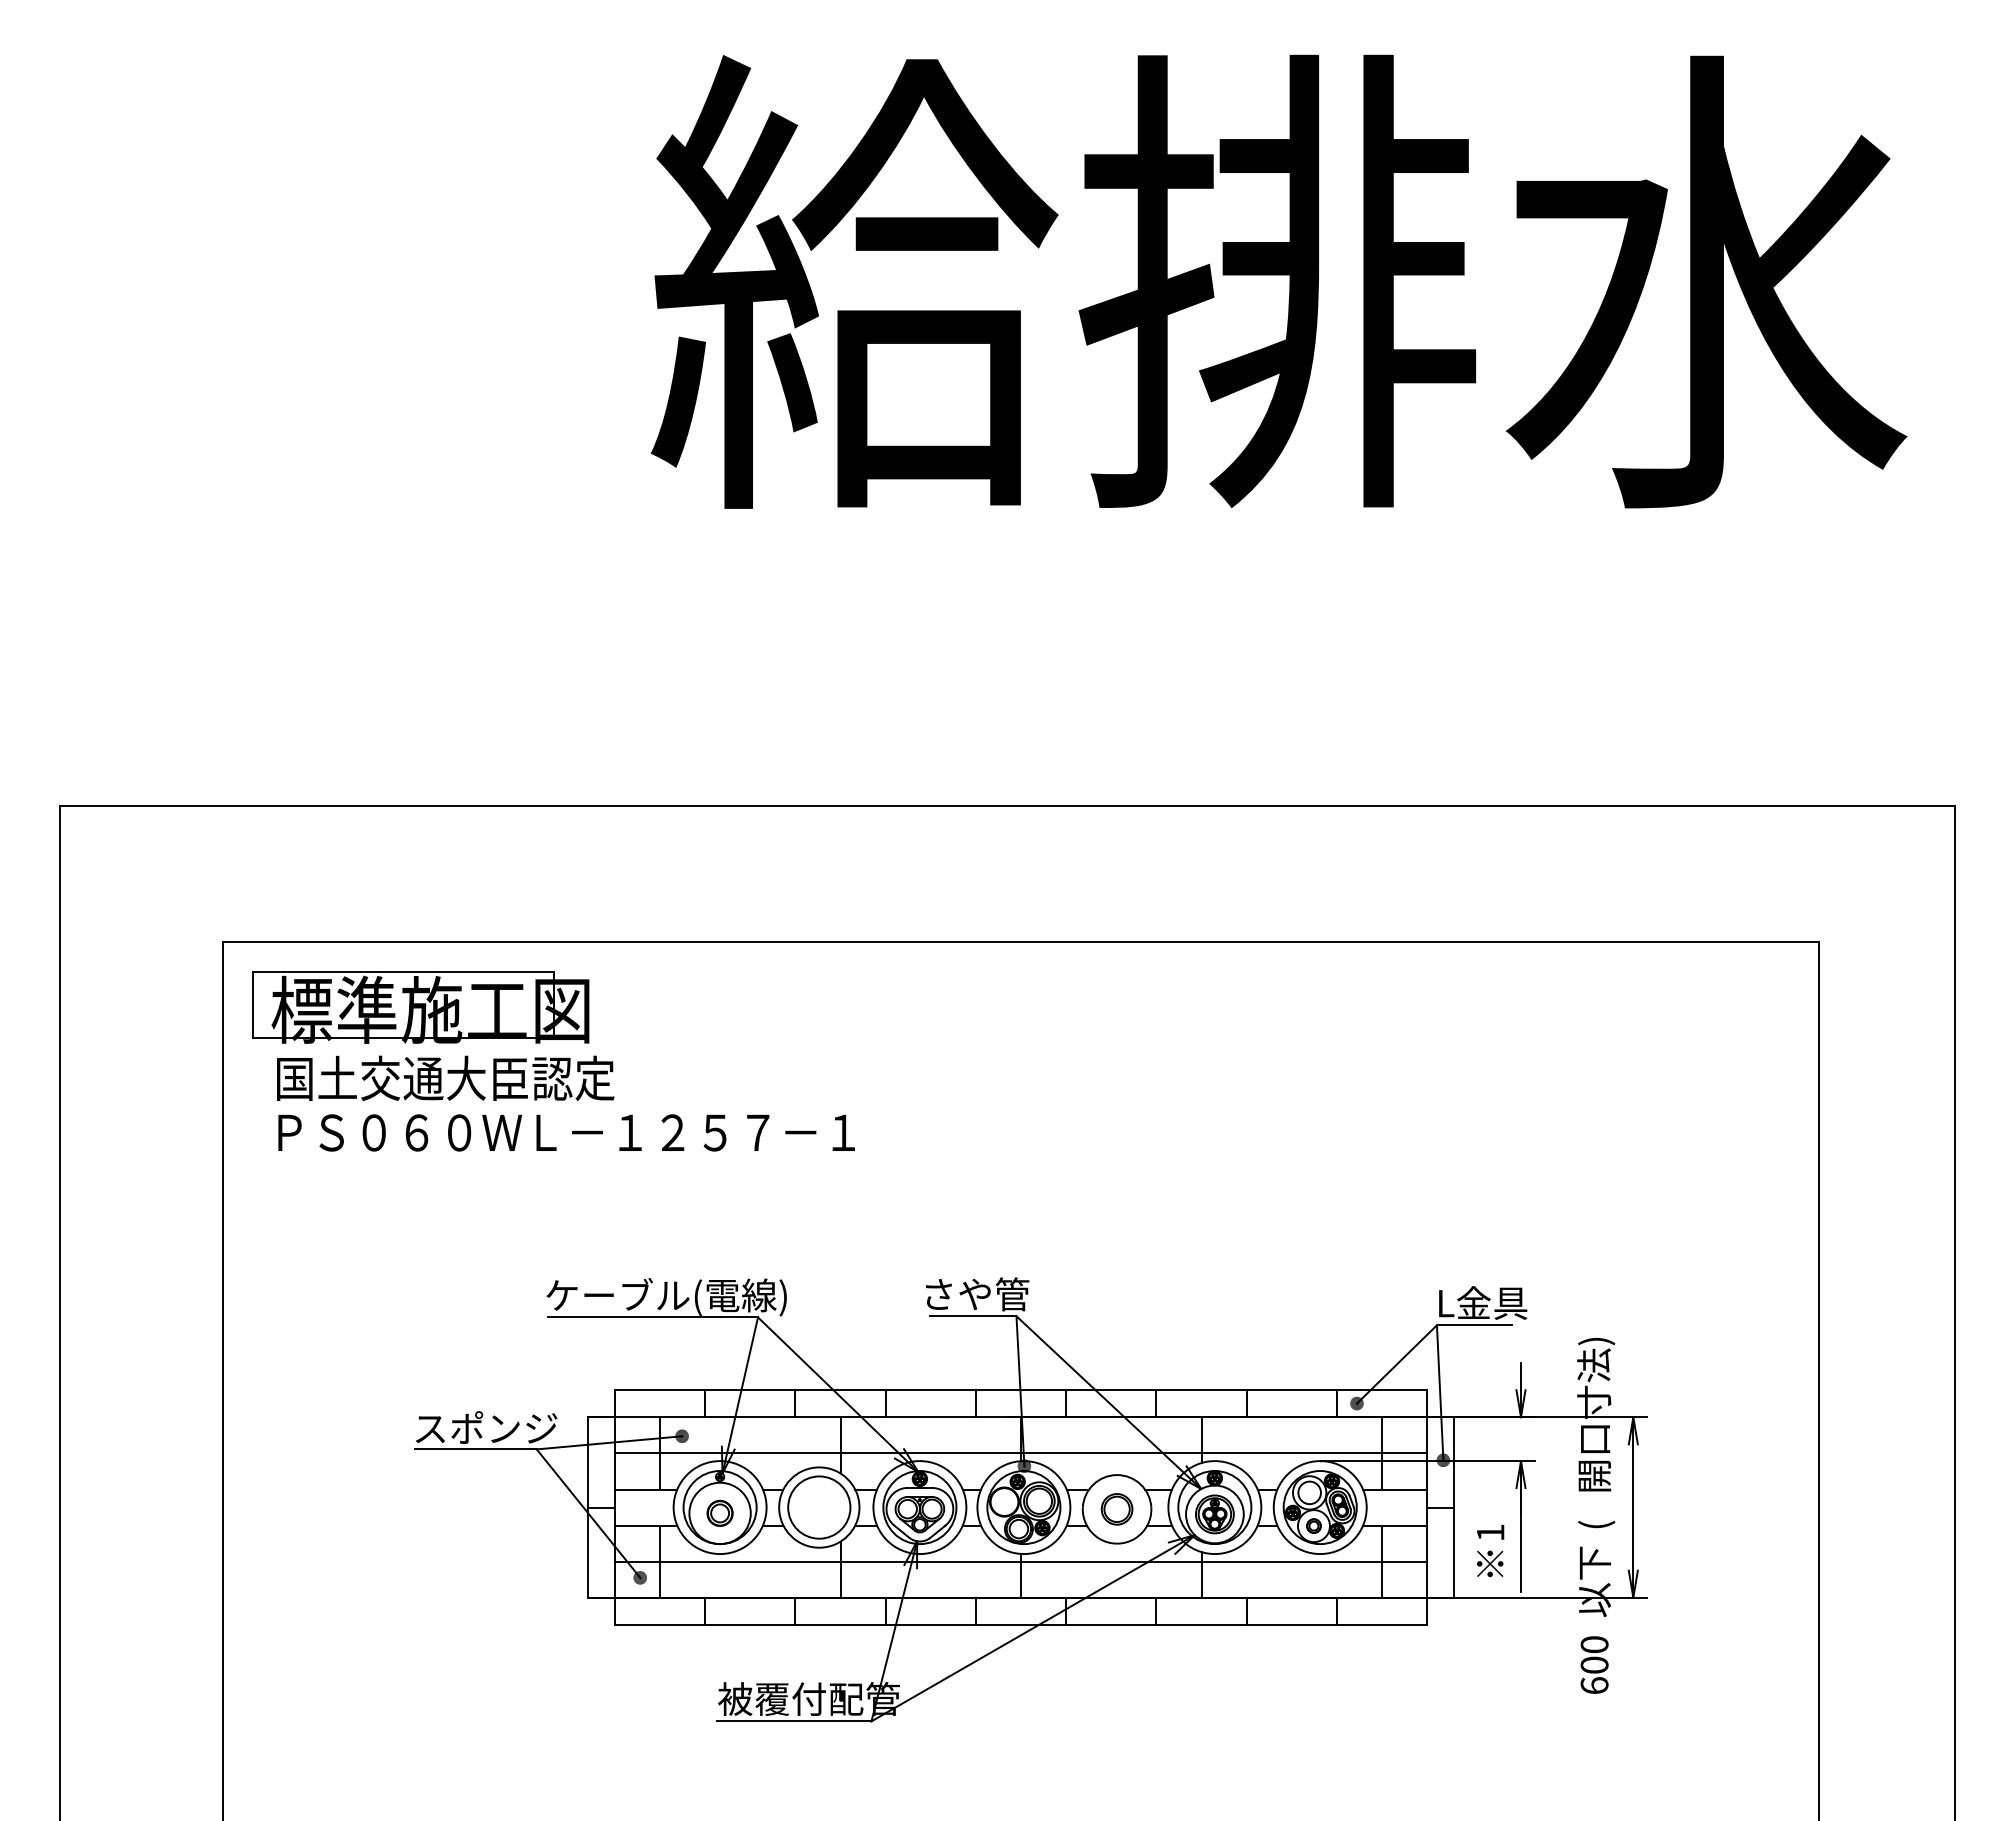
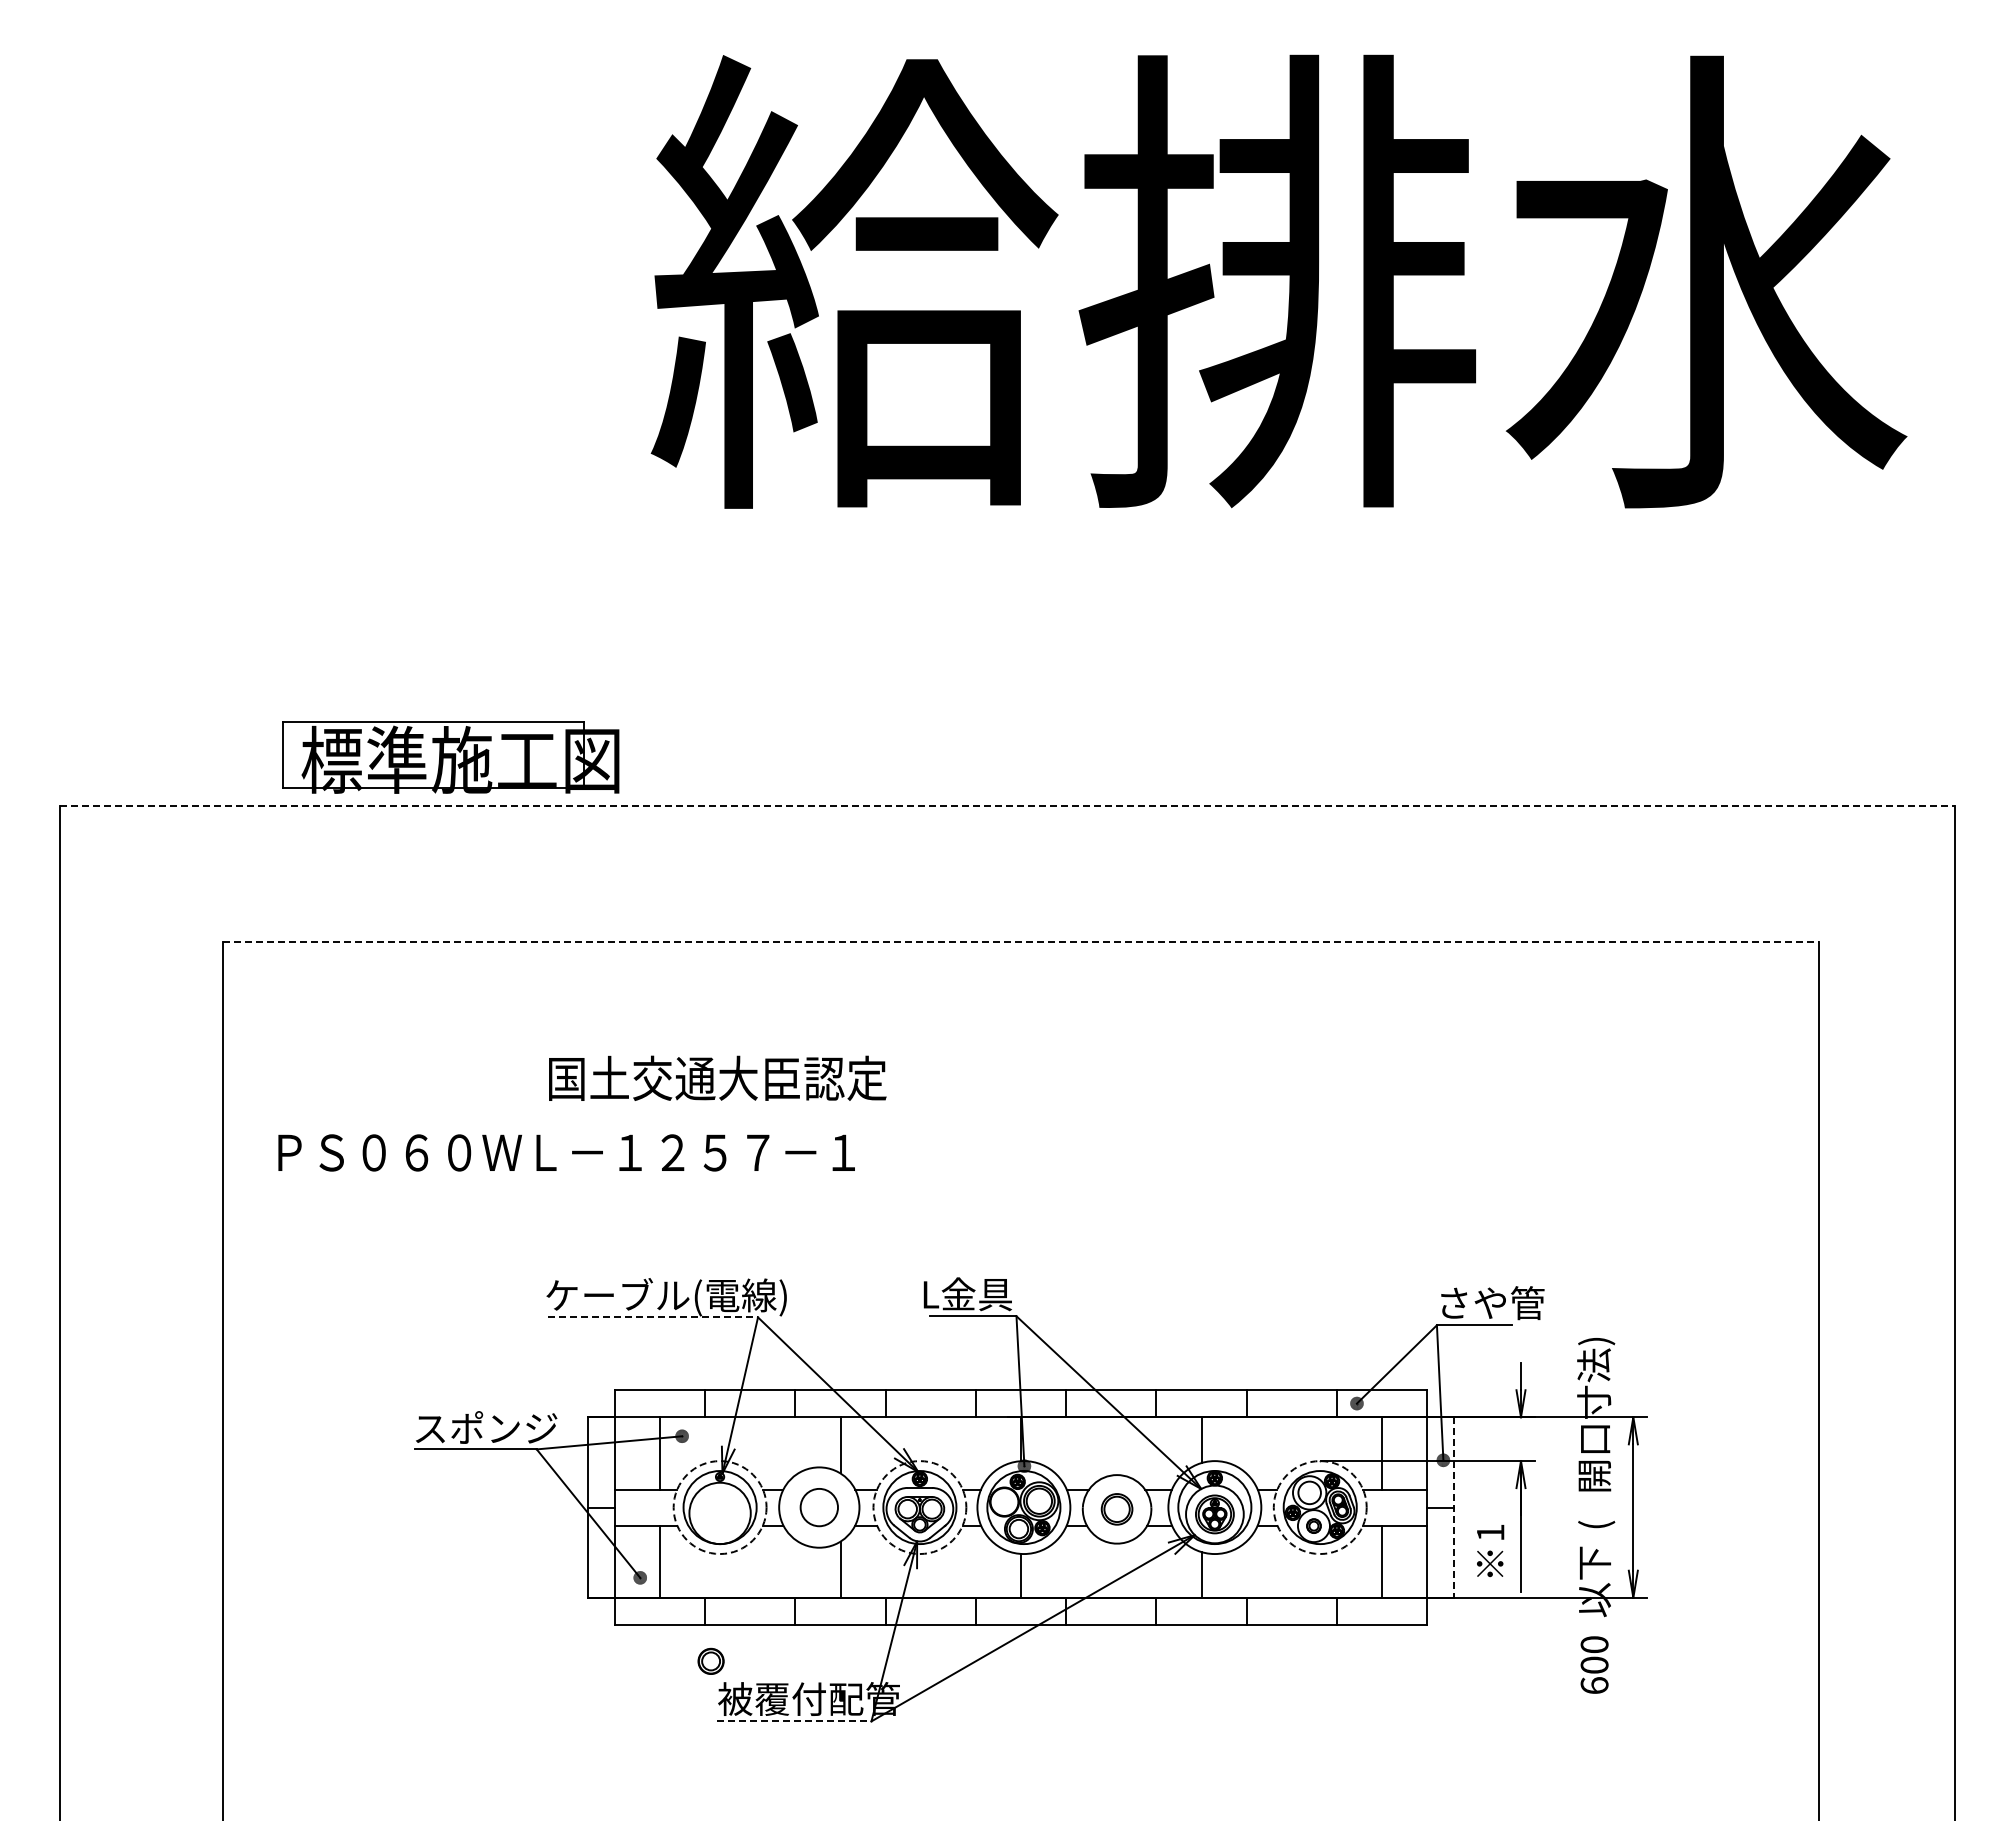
line at (1008, 806): solid -> dashed
line at (1021, 941): solid -> dashed
part at (420, 1007) position: (420, 1007) -> (450, 757)
text at (445, 1077) position: (445, 1077) -> (717, 1077)
text at (566, 1132) position: (566, 1132) -> (566, 1152)
text at (976, 1294): さや管 -> L金具
text at (1491, 1303): L金具 -> さや管
line at (653, 1317): solid -> dashed
line at (1020, 1453): present -> none
circle at (719, 1507): solid -> dashed
circle at (819, 1507) diameter: 62 px -> 37 px
circle at (919, 1507): solid -> dashed
circle at (1319, 1507): solid -> dashed
line at (1454, 1508): solid -> dashed
part at (719, 1512) position: (719, 1512) -> (710, 1660)
line at (1020, 1561): present -> none
line at (794, 1721): solid -> dashed
